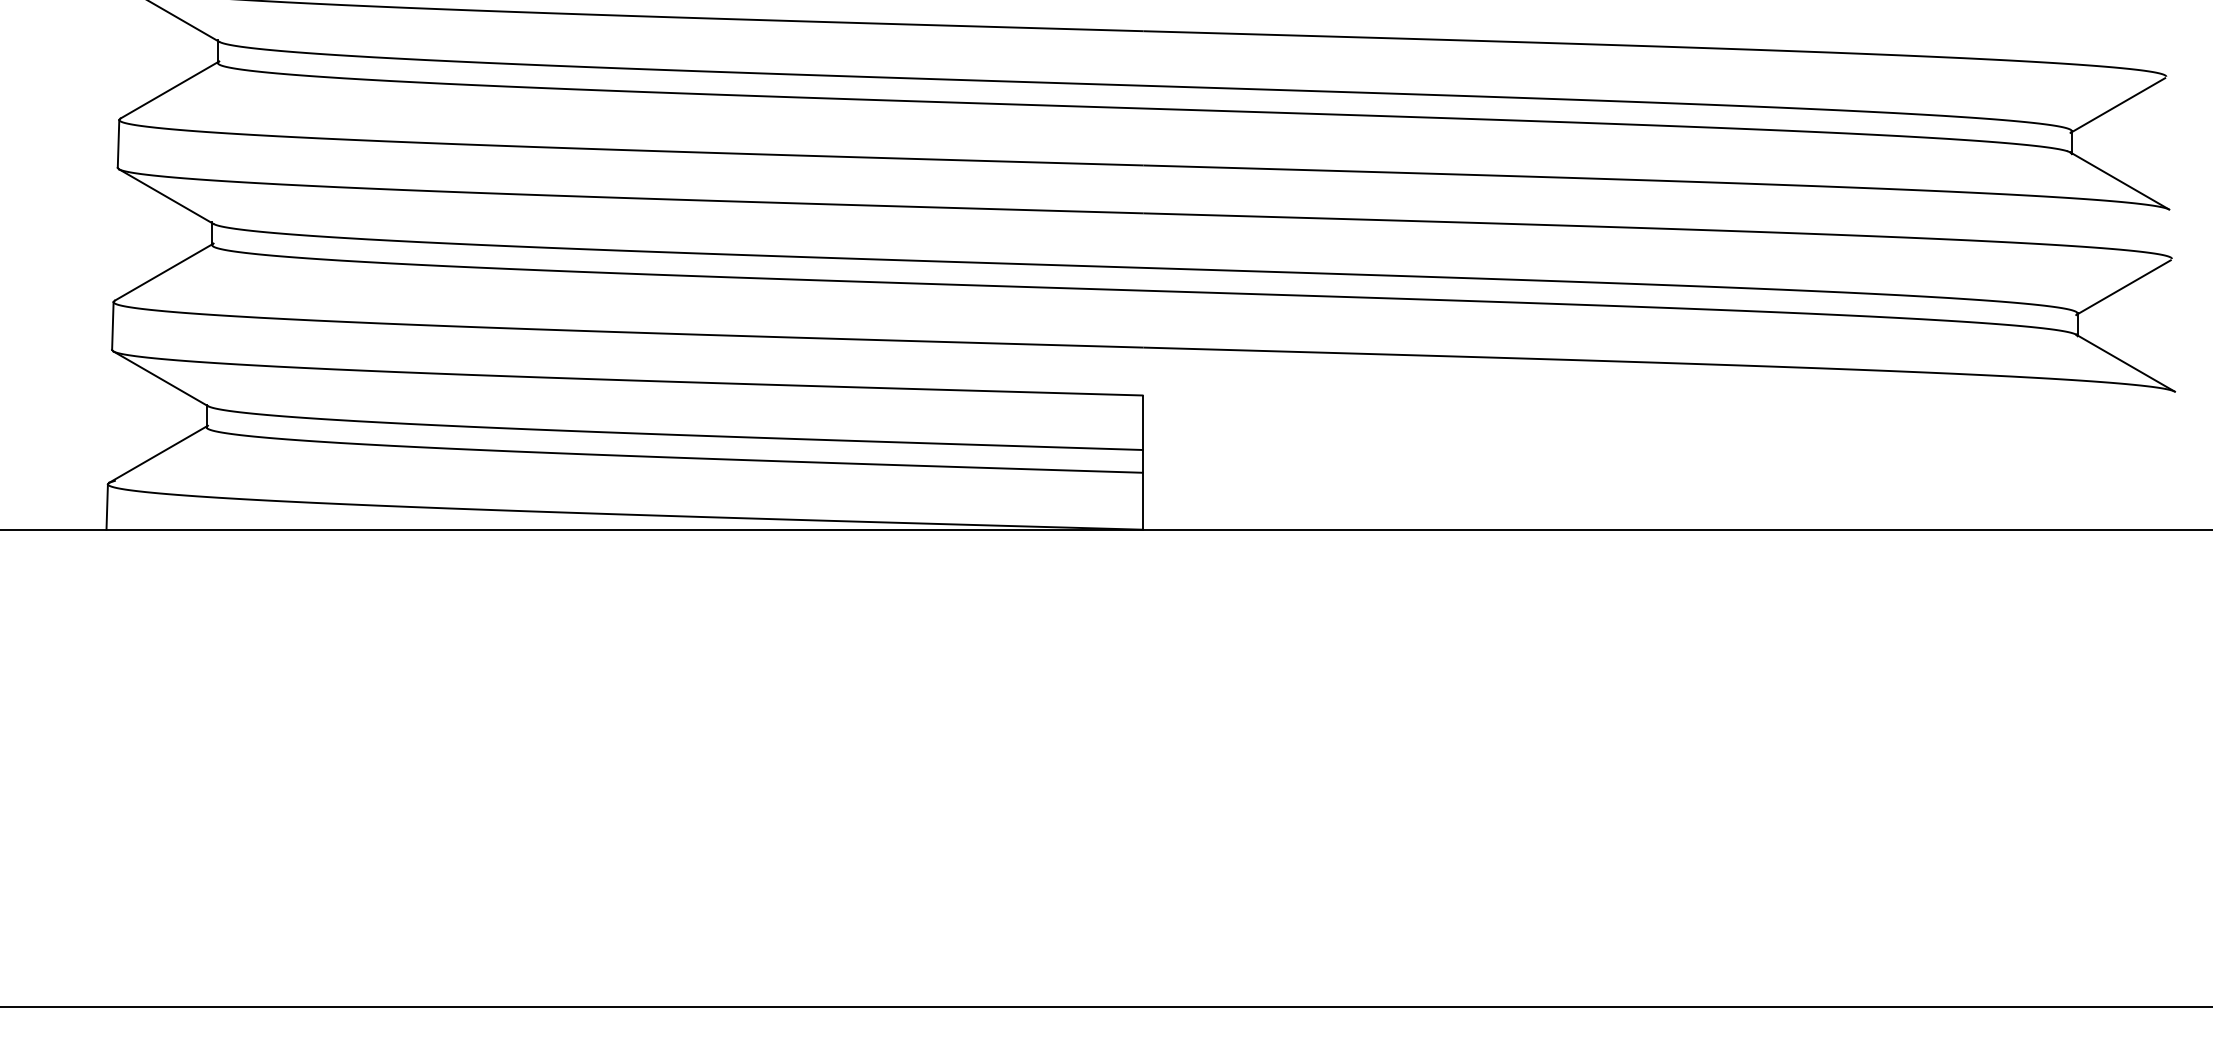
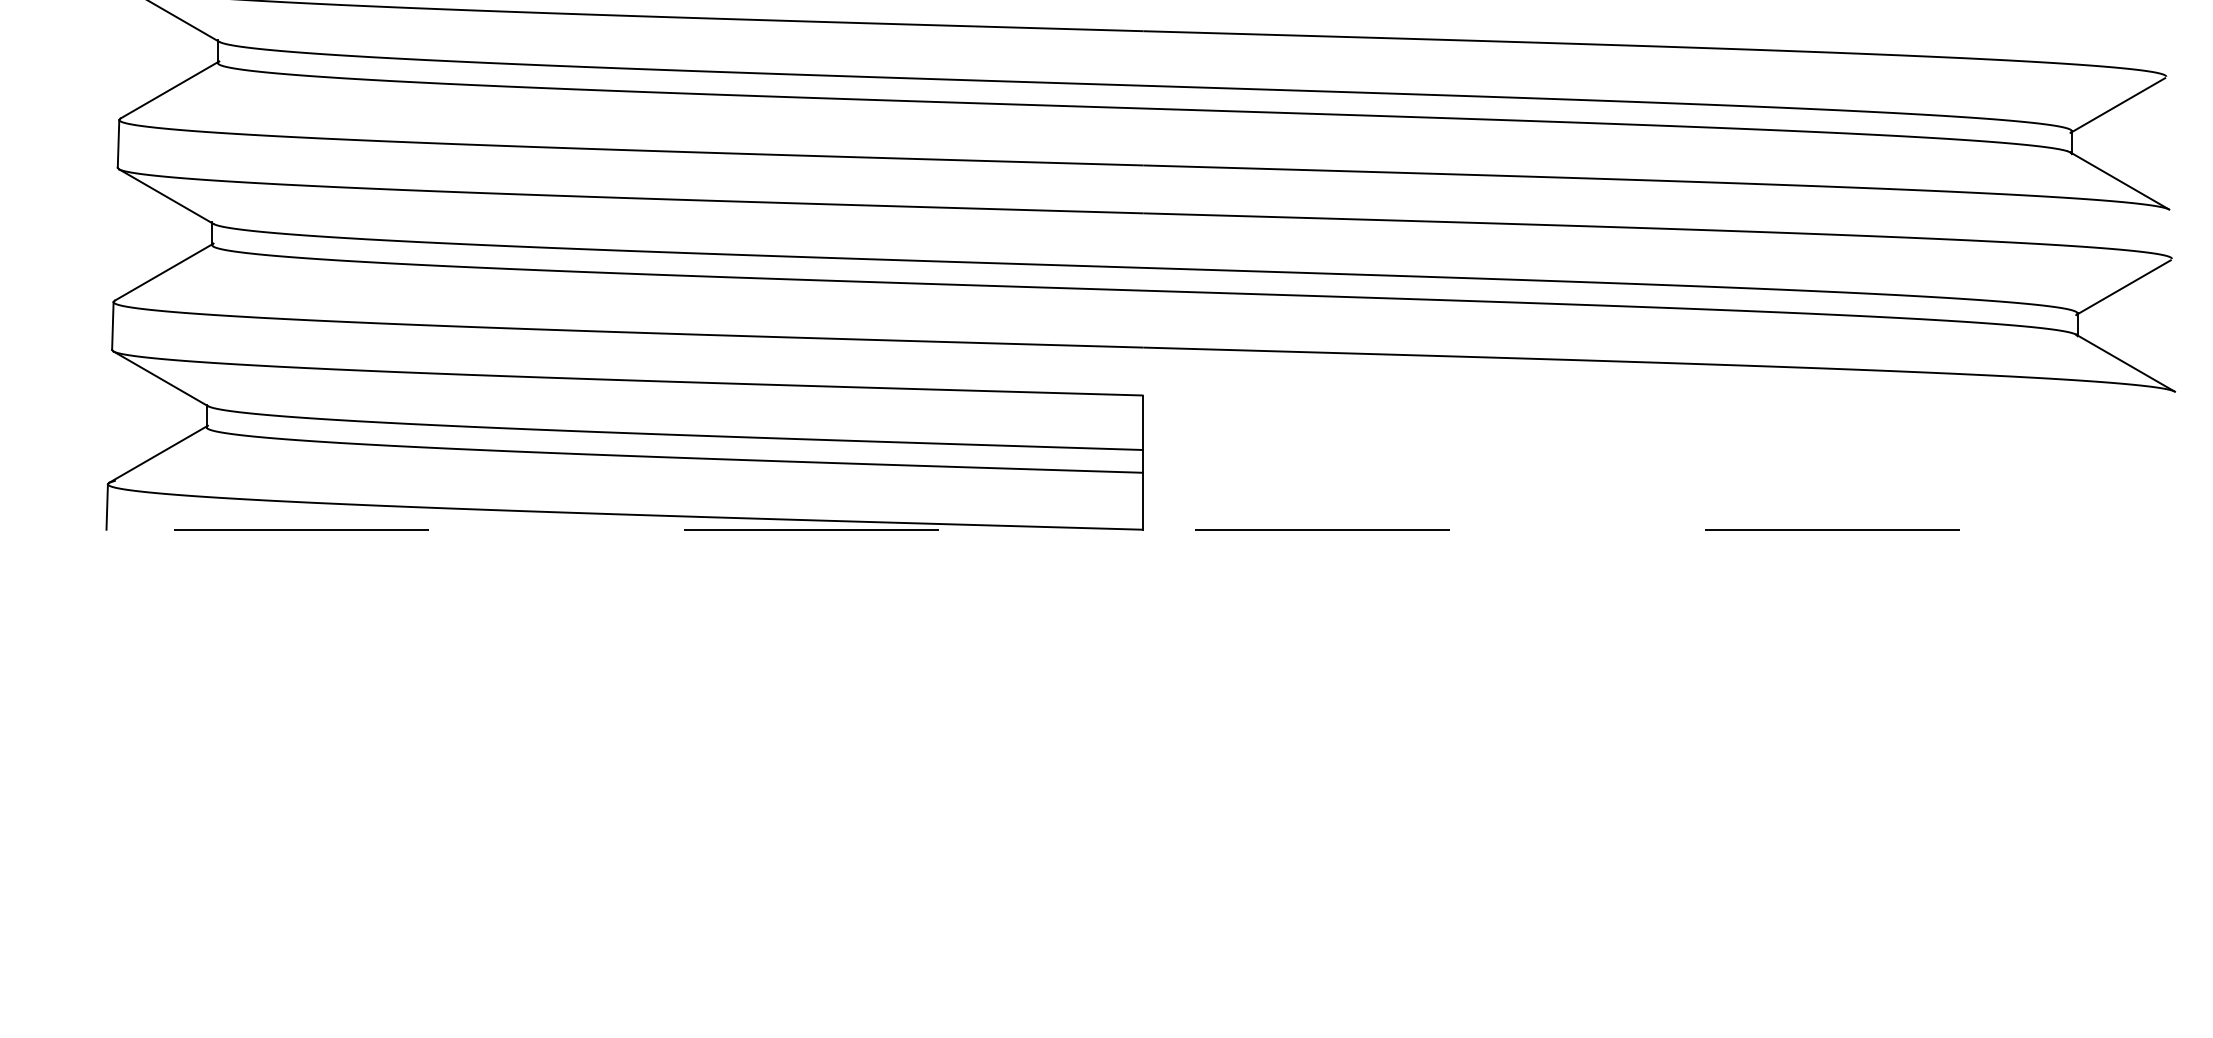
line at (1106, 529): solid -> dashed
line at (1105, 1006): present -> none
